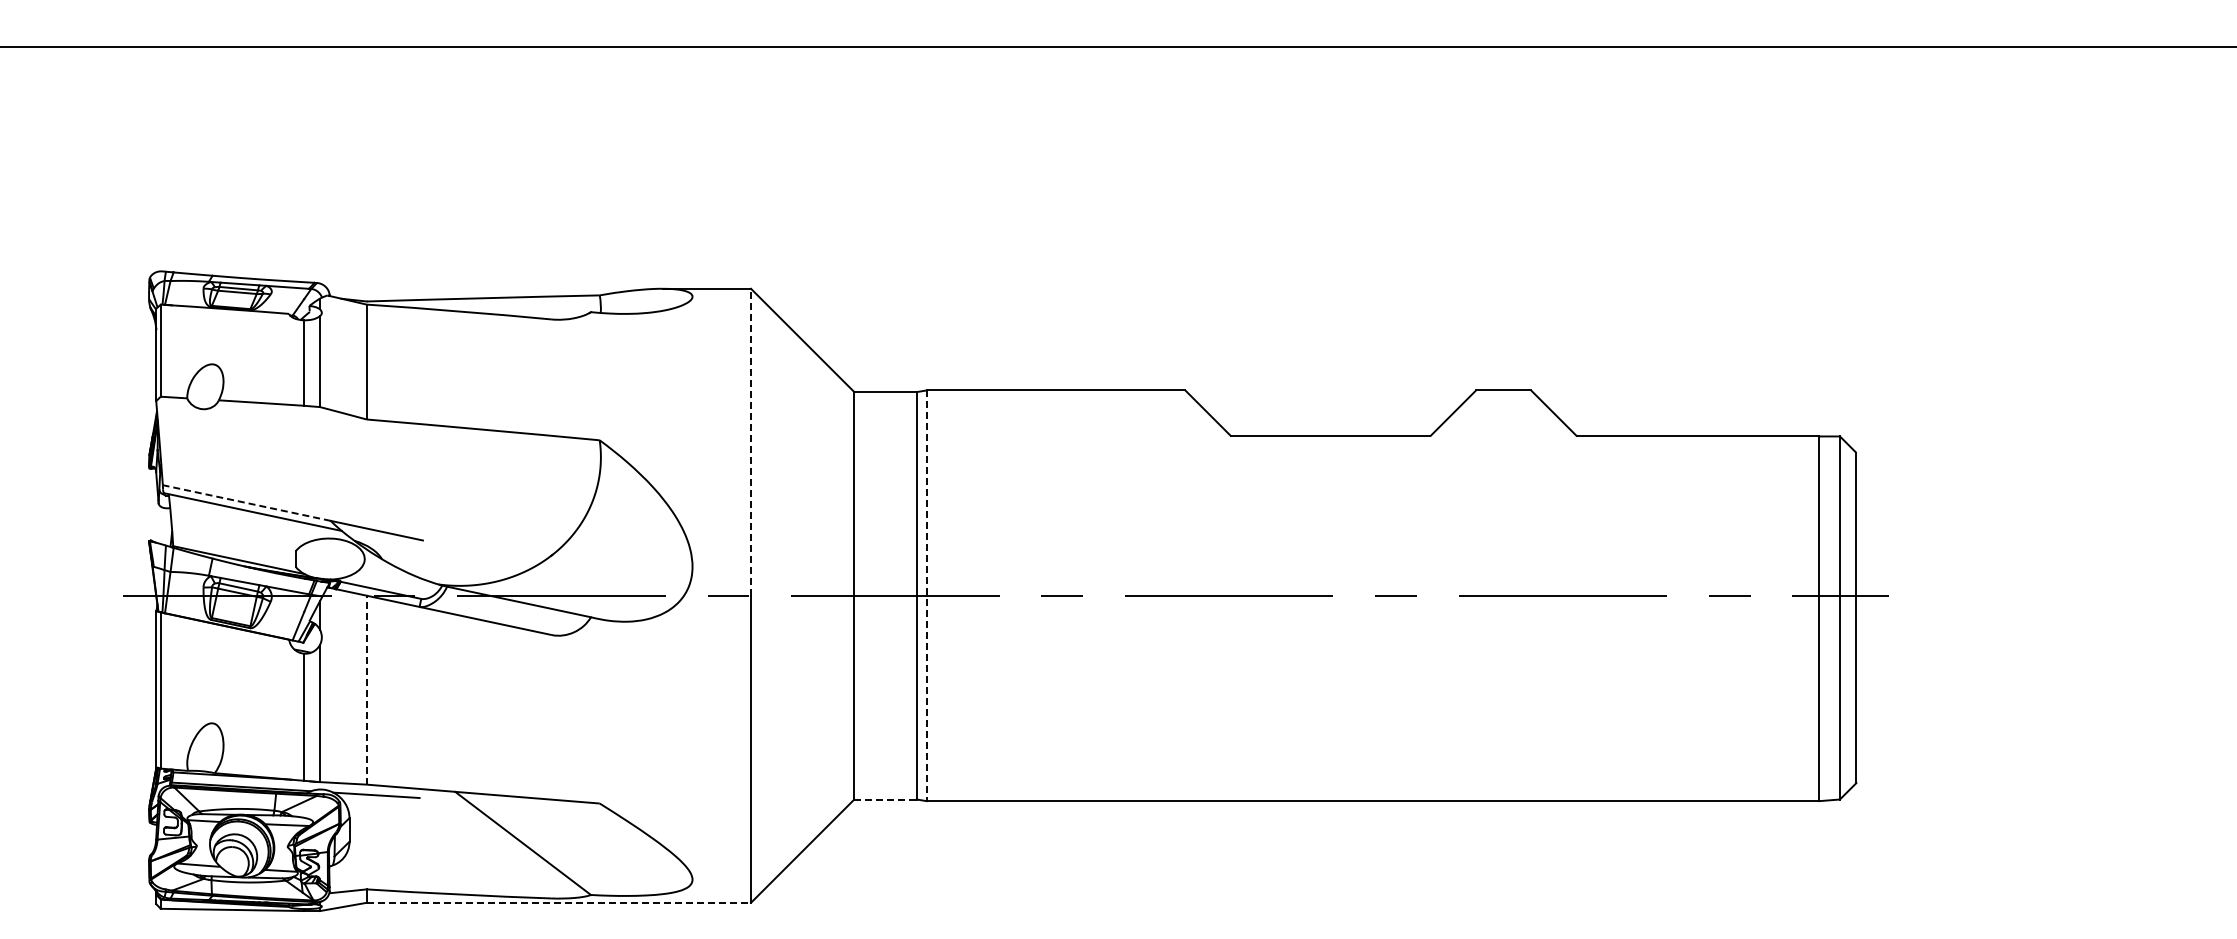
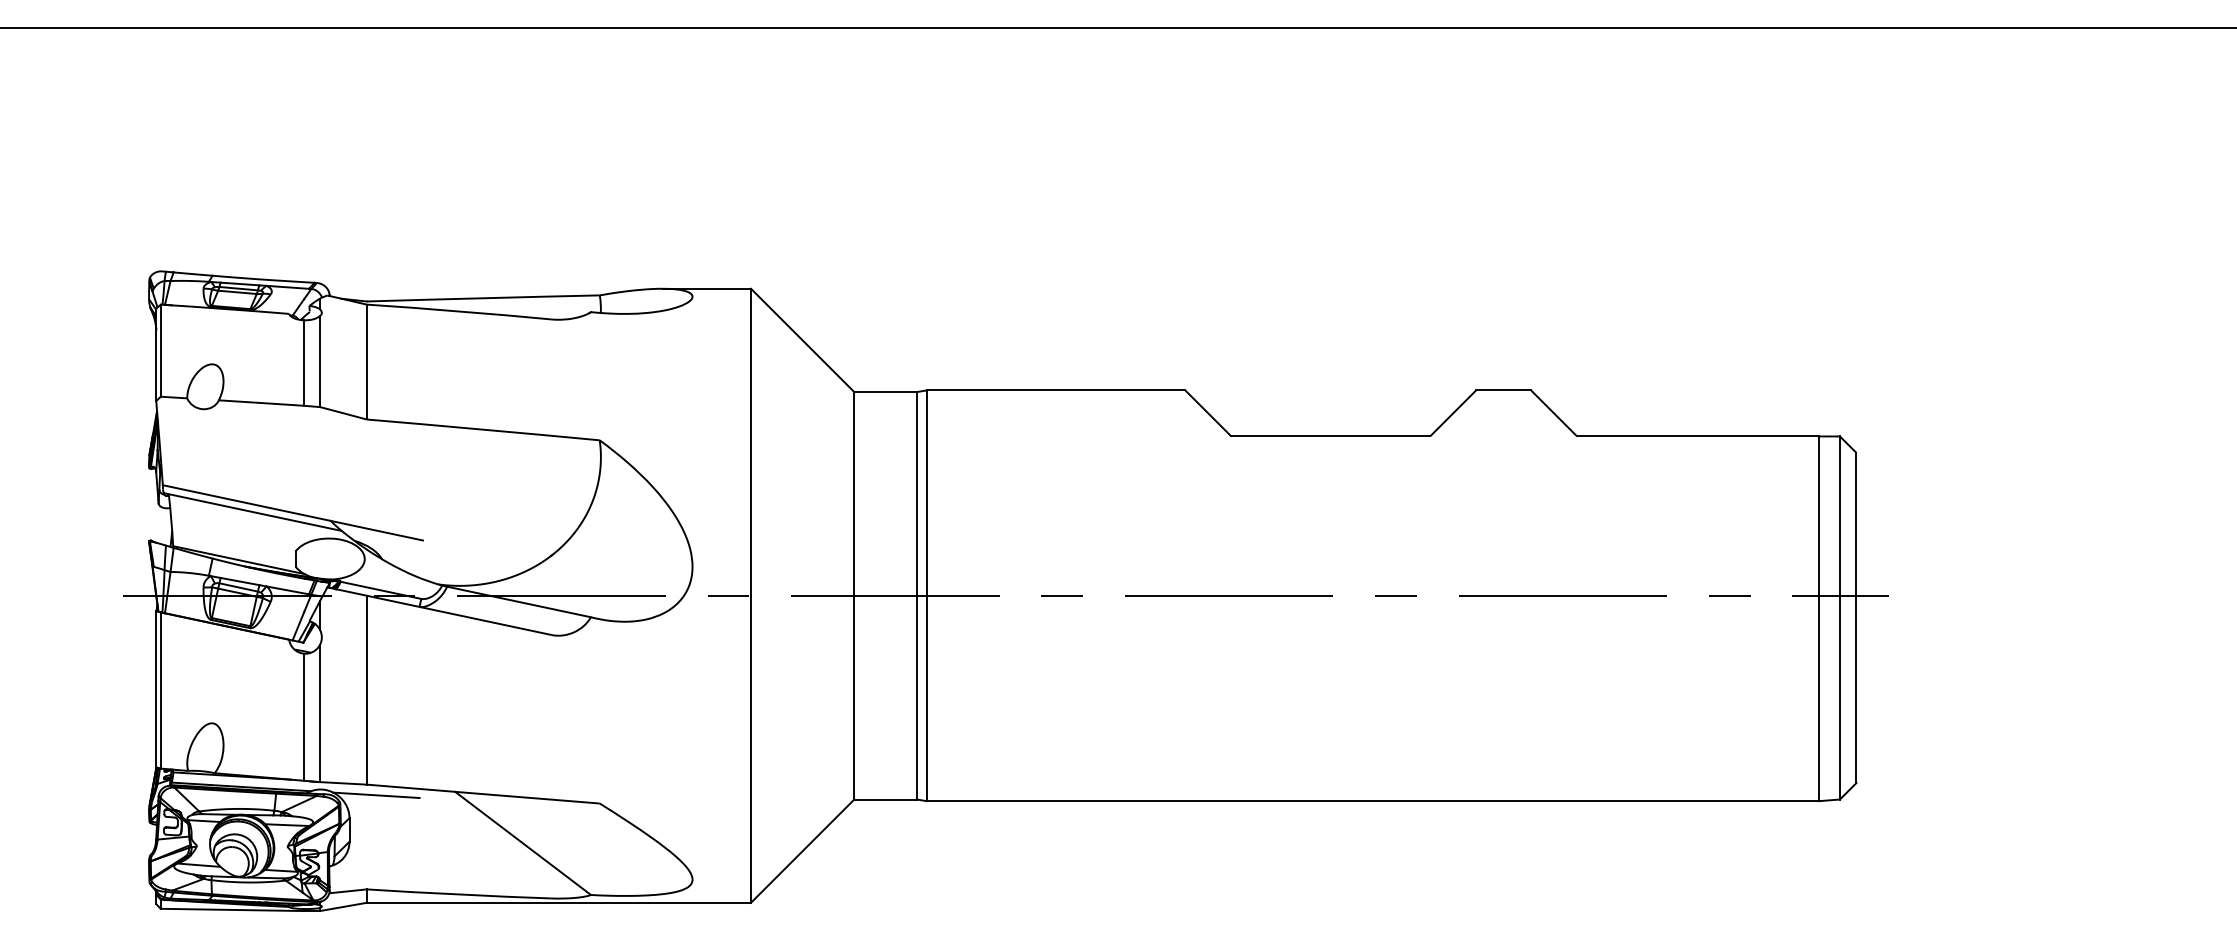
line at (1117, 46) position: (1117, 46) -> (1117, 27)
line at (751, 442): dashed -> solid
line at (246, 503): dashed -> solid
line at (926, 596): dashed -> solid
line at (366, 689): dashed -> solid
line at (886, 799): dashed -> solid
line at (559, 902): dashed -> solid
